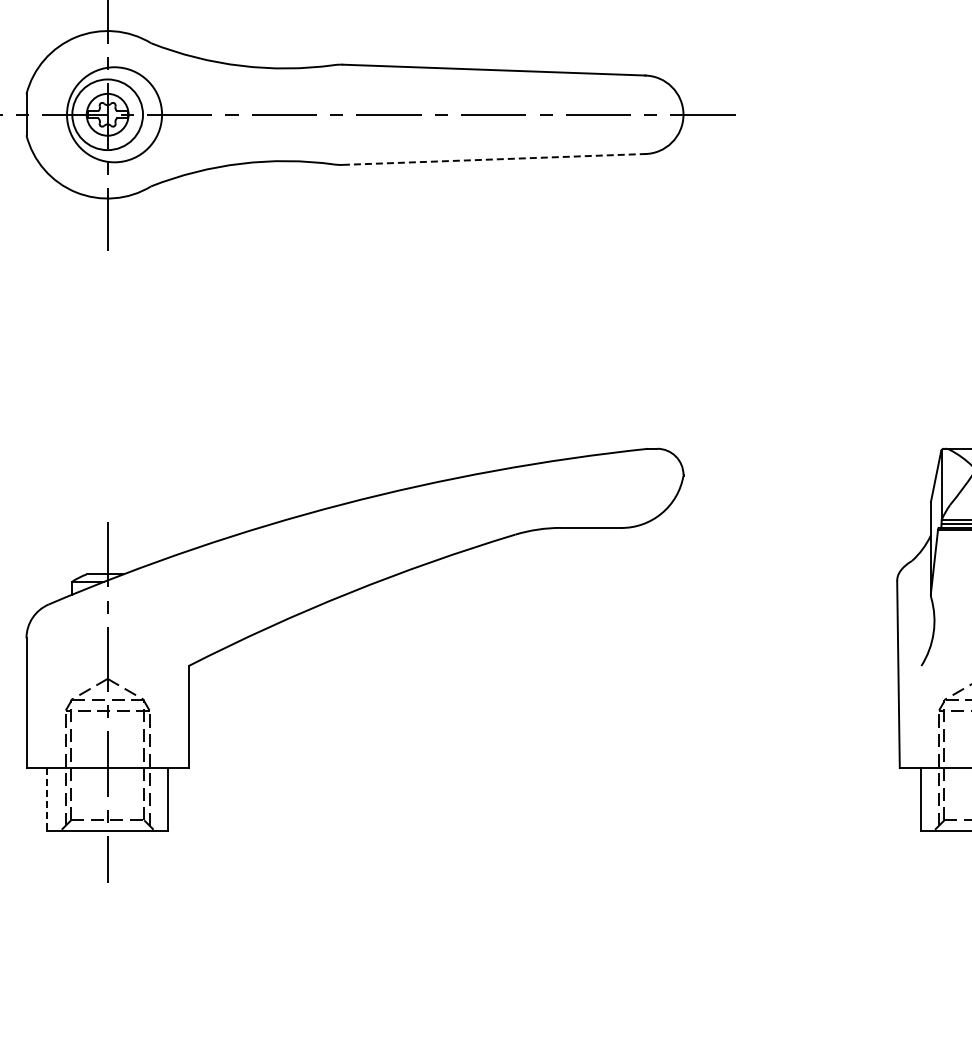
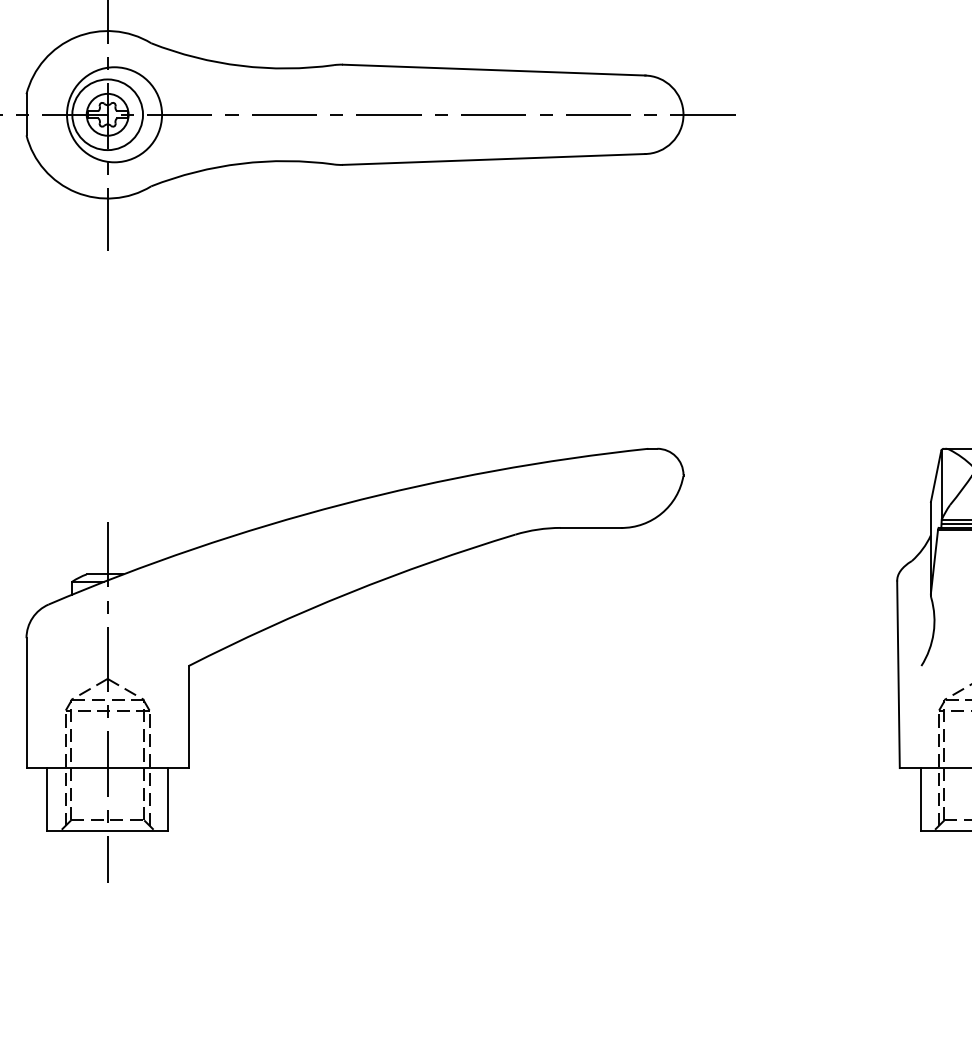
line at (494, 159): dashed -> solid
line at (47, 800): dashed -> solid
